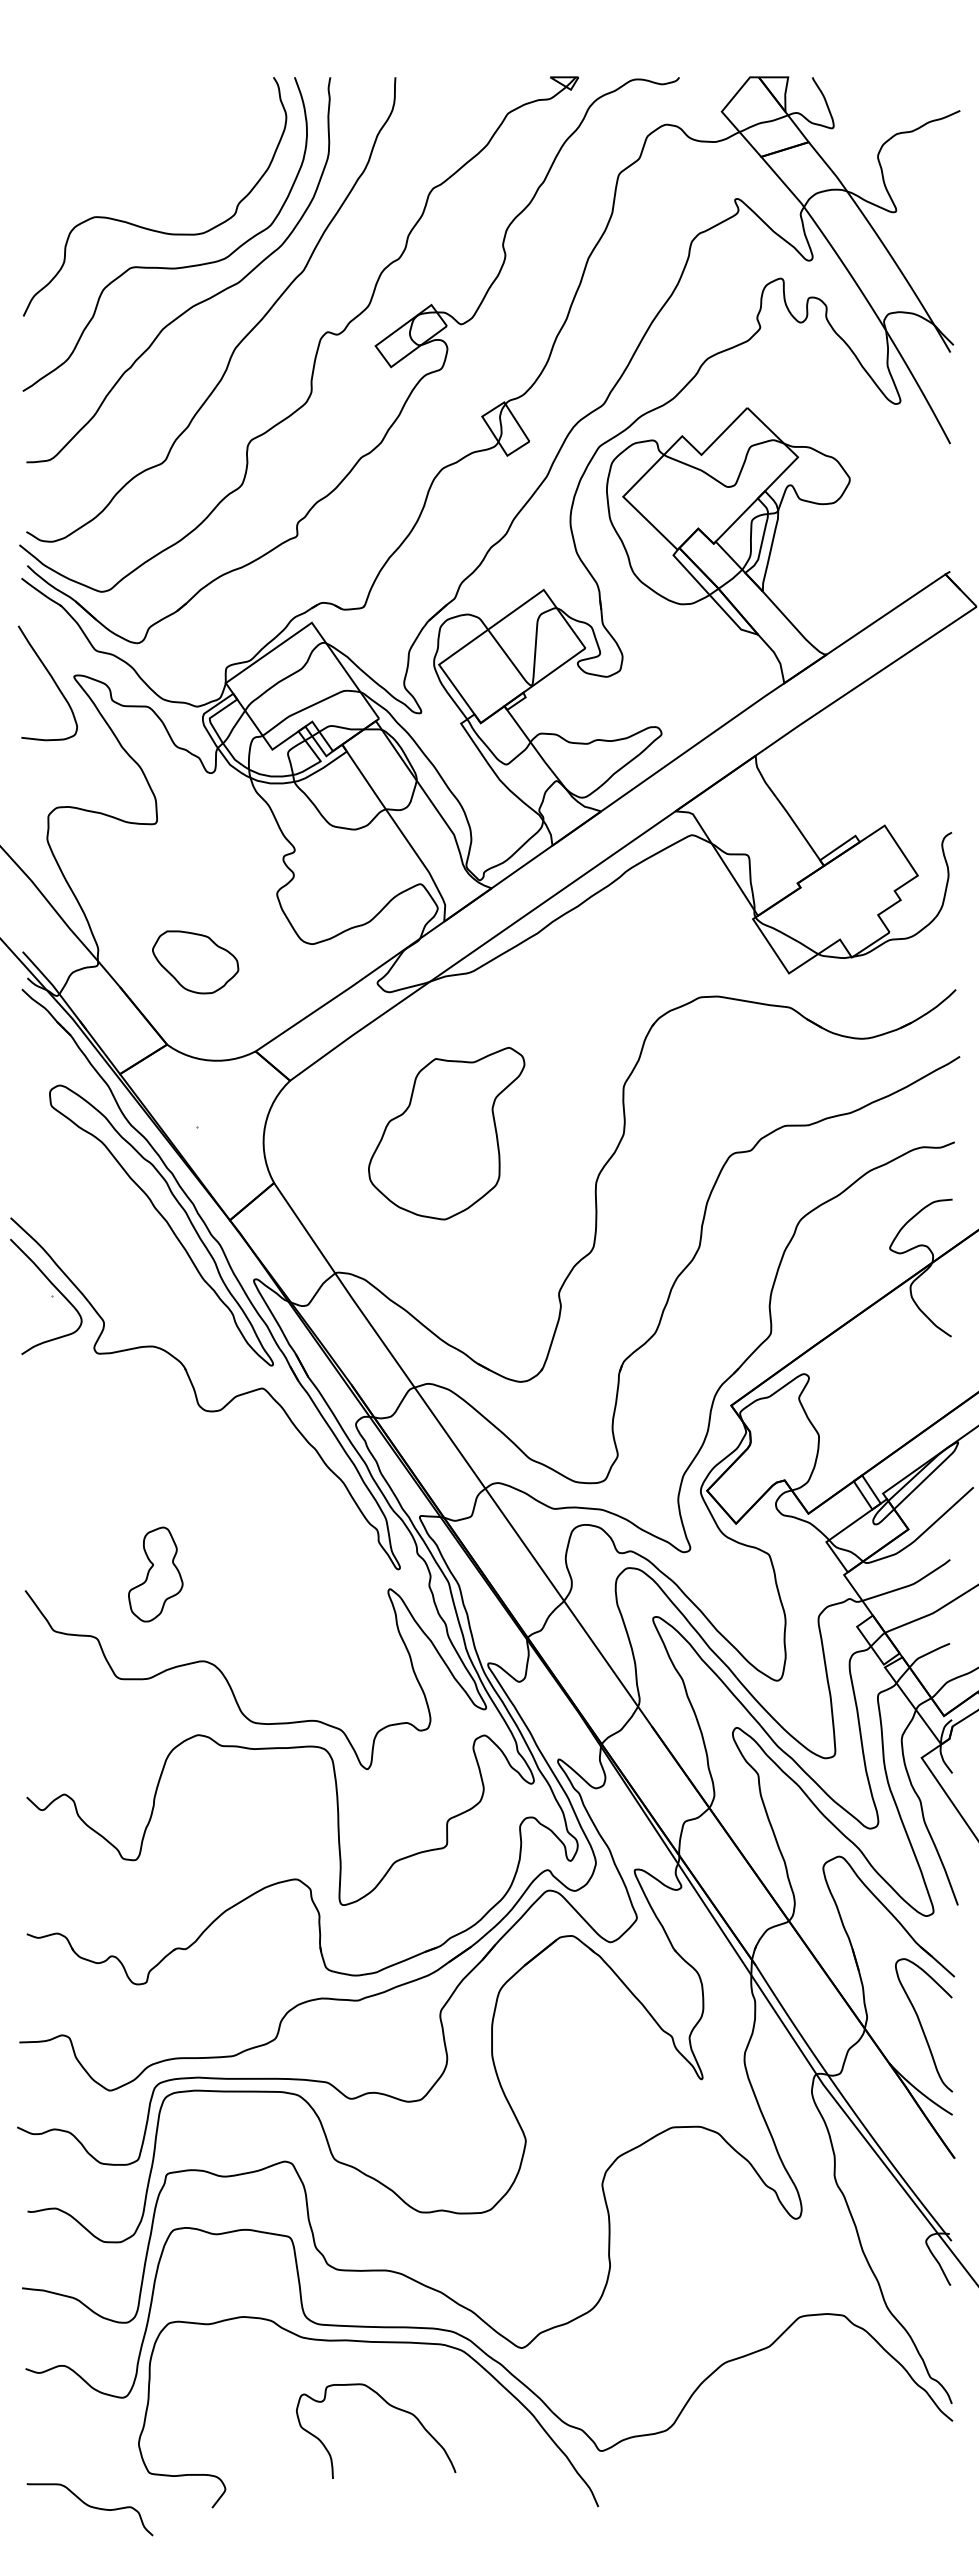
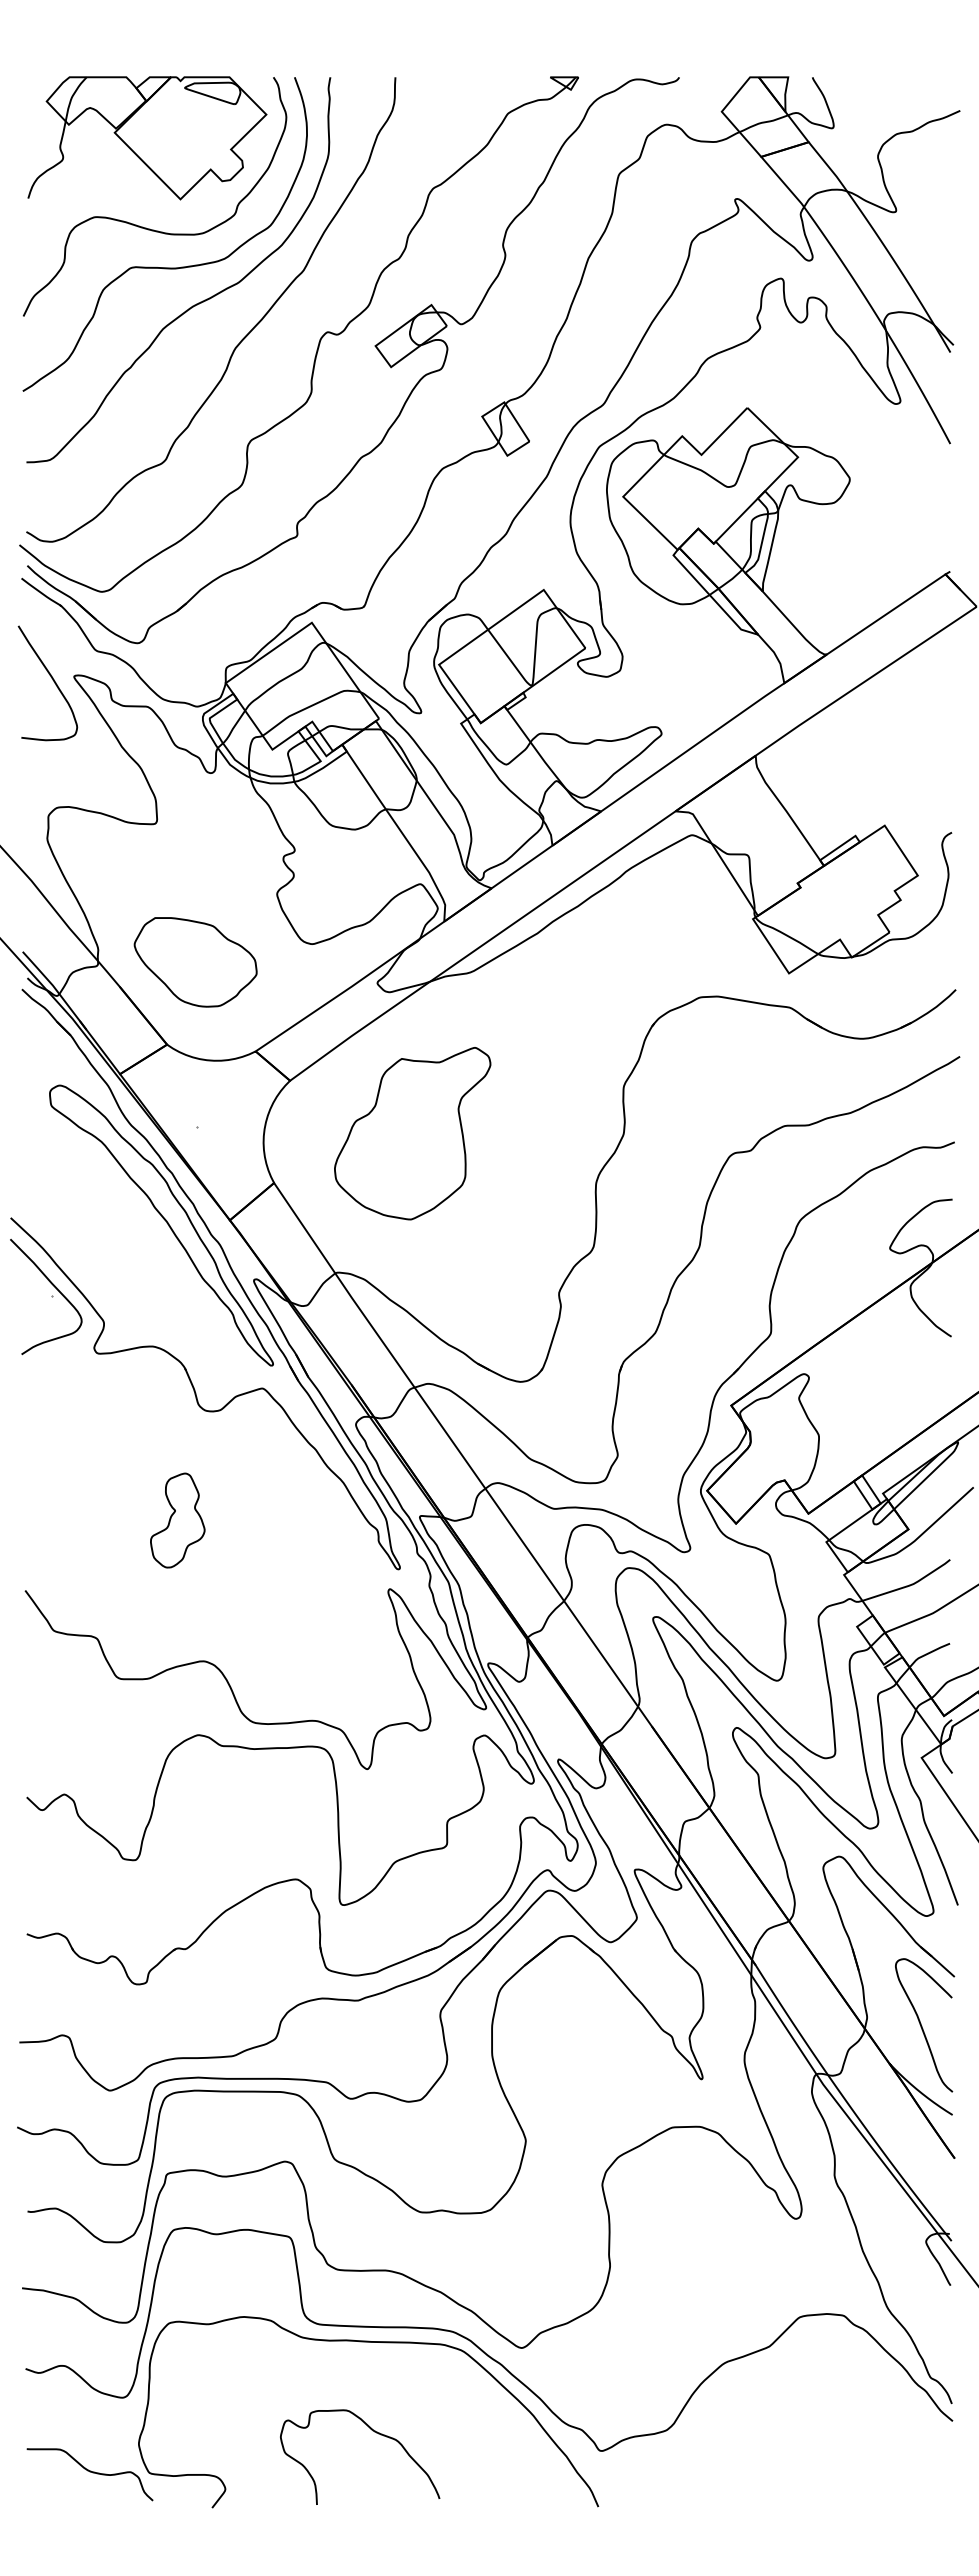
part at (147, 138): none -> present
part at (195, 962) size: 88x65 px -> 125x91 px
part at (446, 1133) position: (446, 1133) -> (412, 1133)
part at (155, 1574) position: (155, 1574) -> (177, 1520)
curve at (390, 2406) position: (390, 2406) -> (374, 2432)
curve at (89, 2507) position: (89, 2507) -> (89, 2472)
